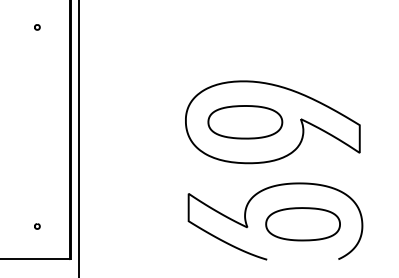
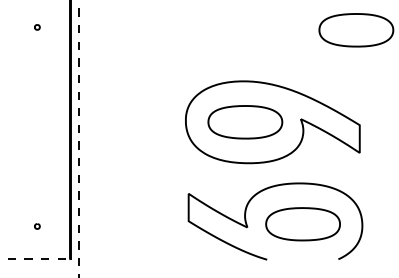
part at (356, 30): none -> present
line at (78, 138): solid -> dashed
line at (35, 258): solid -> dashed
